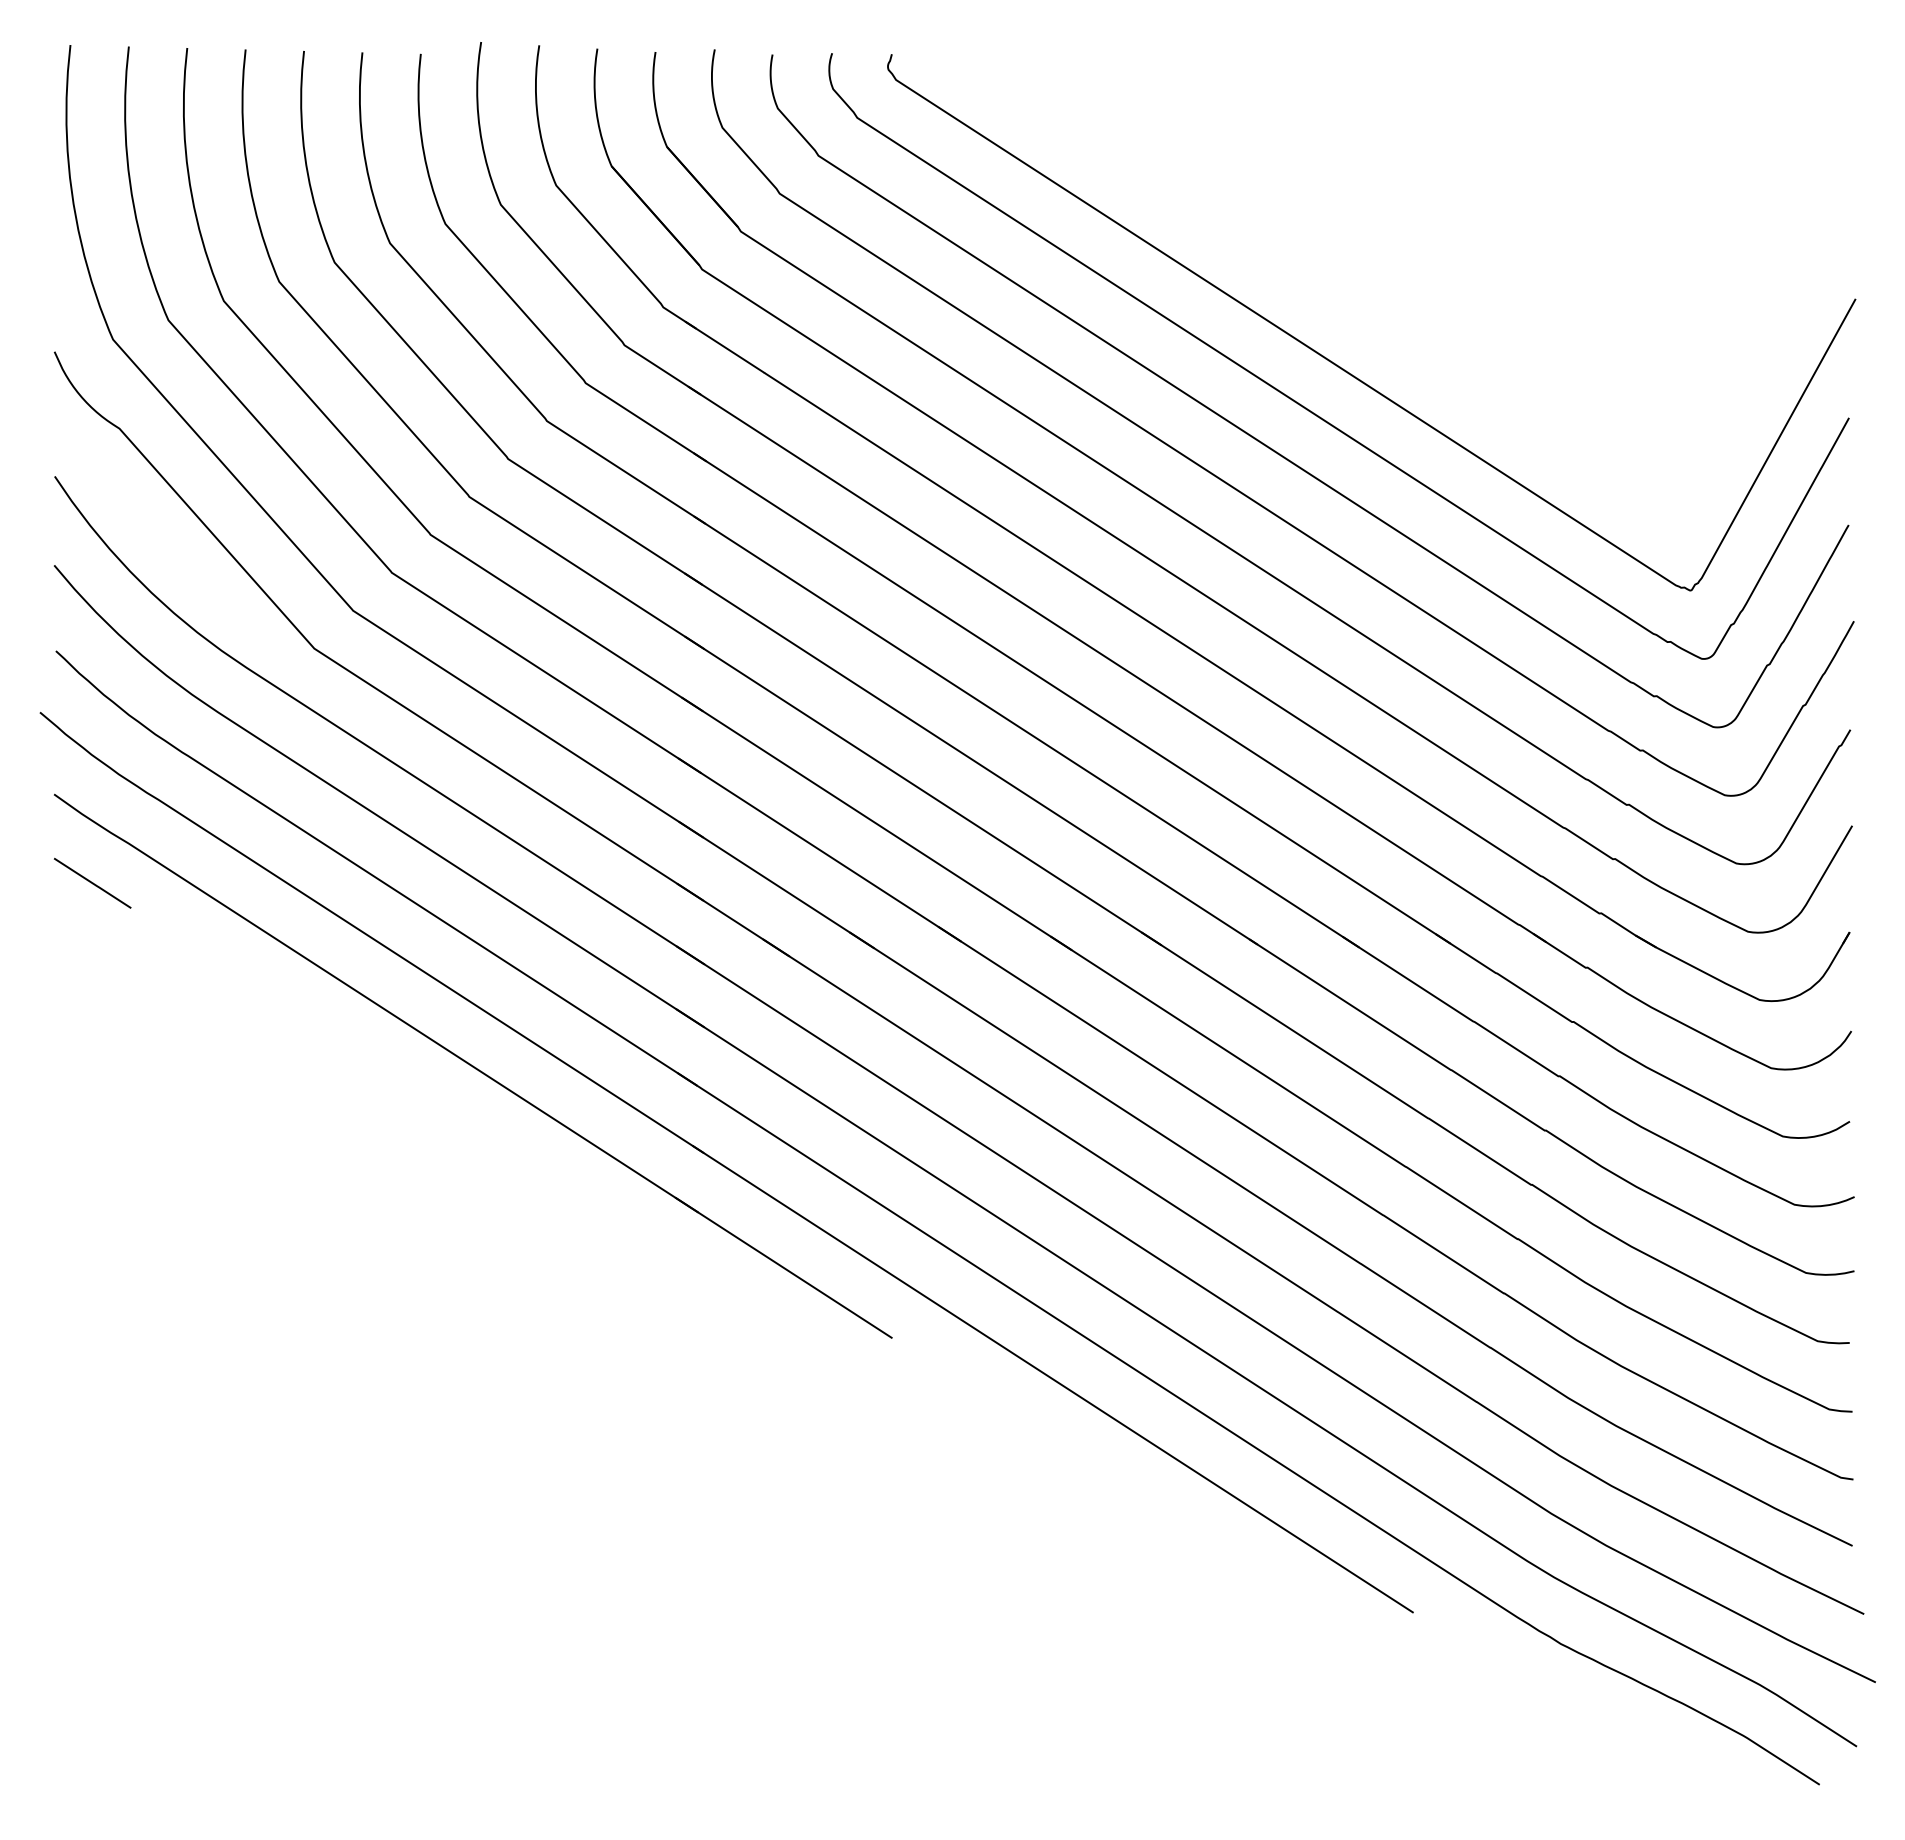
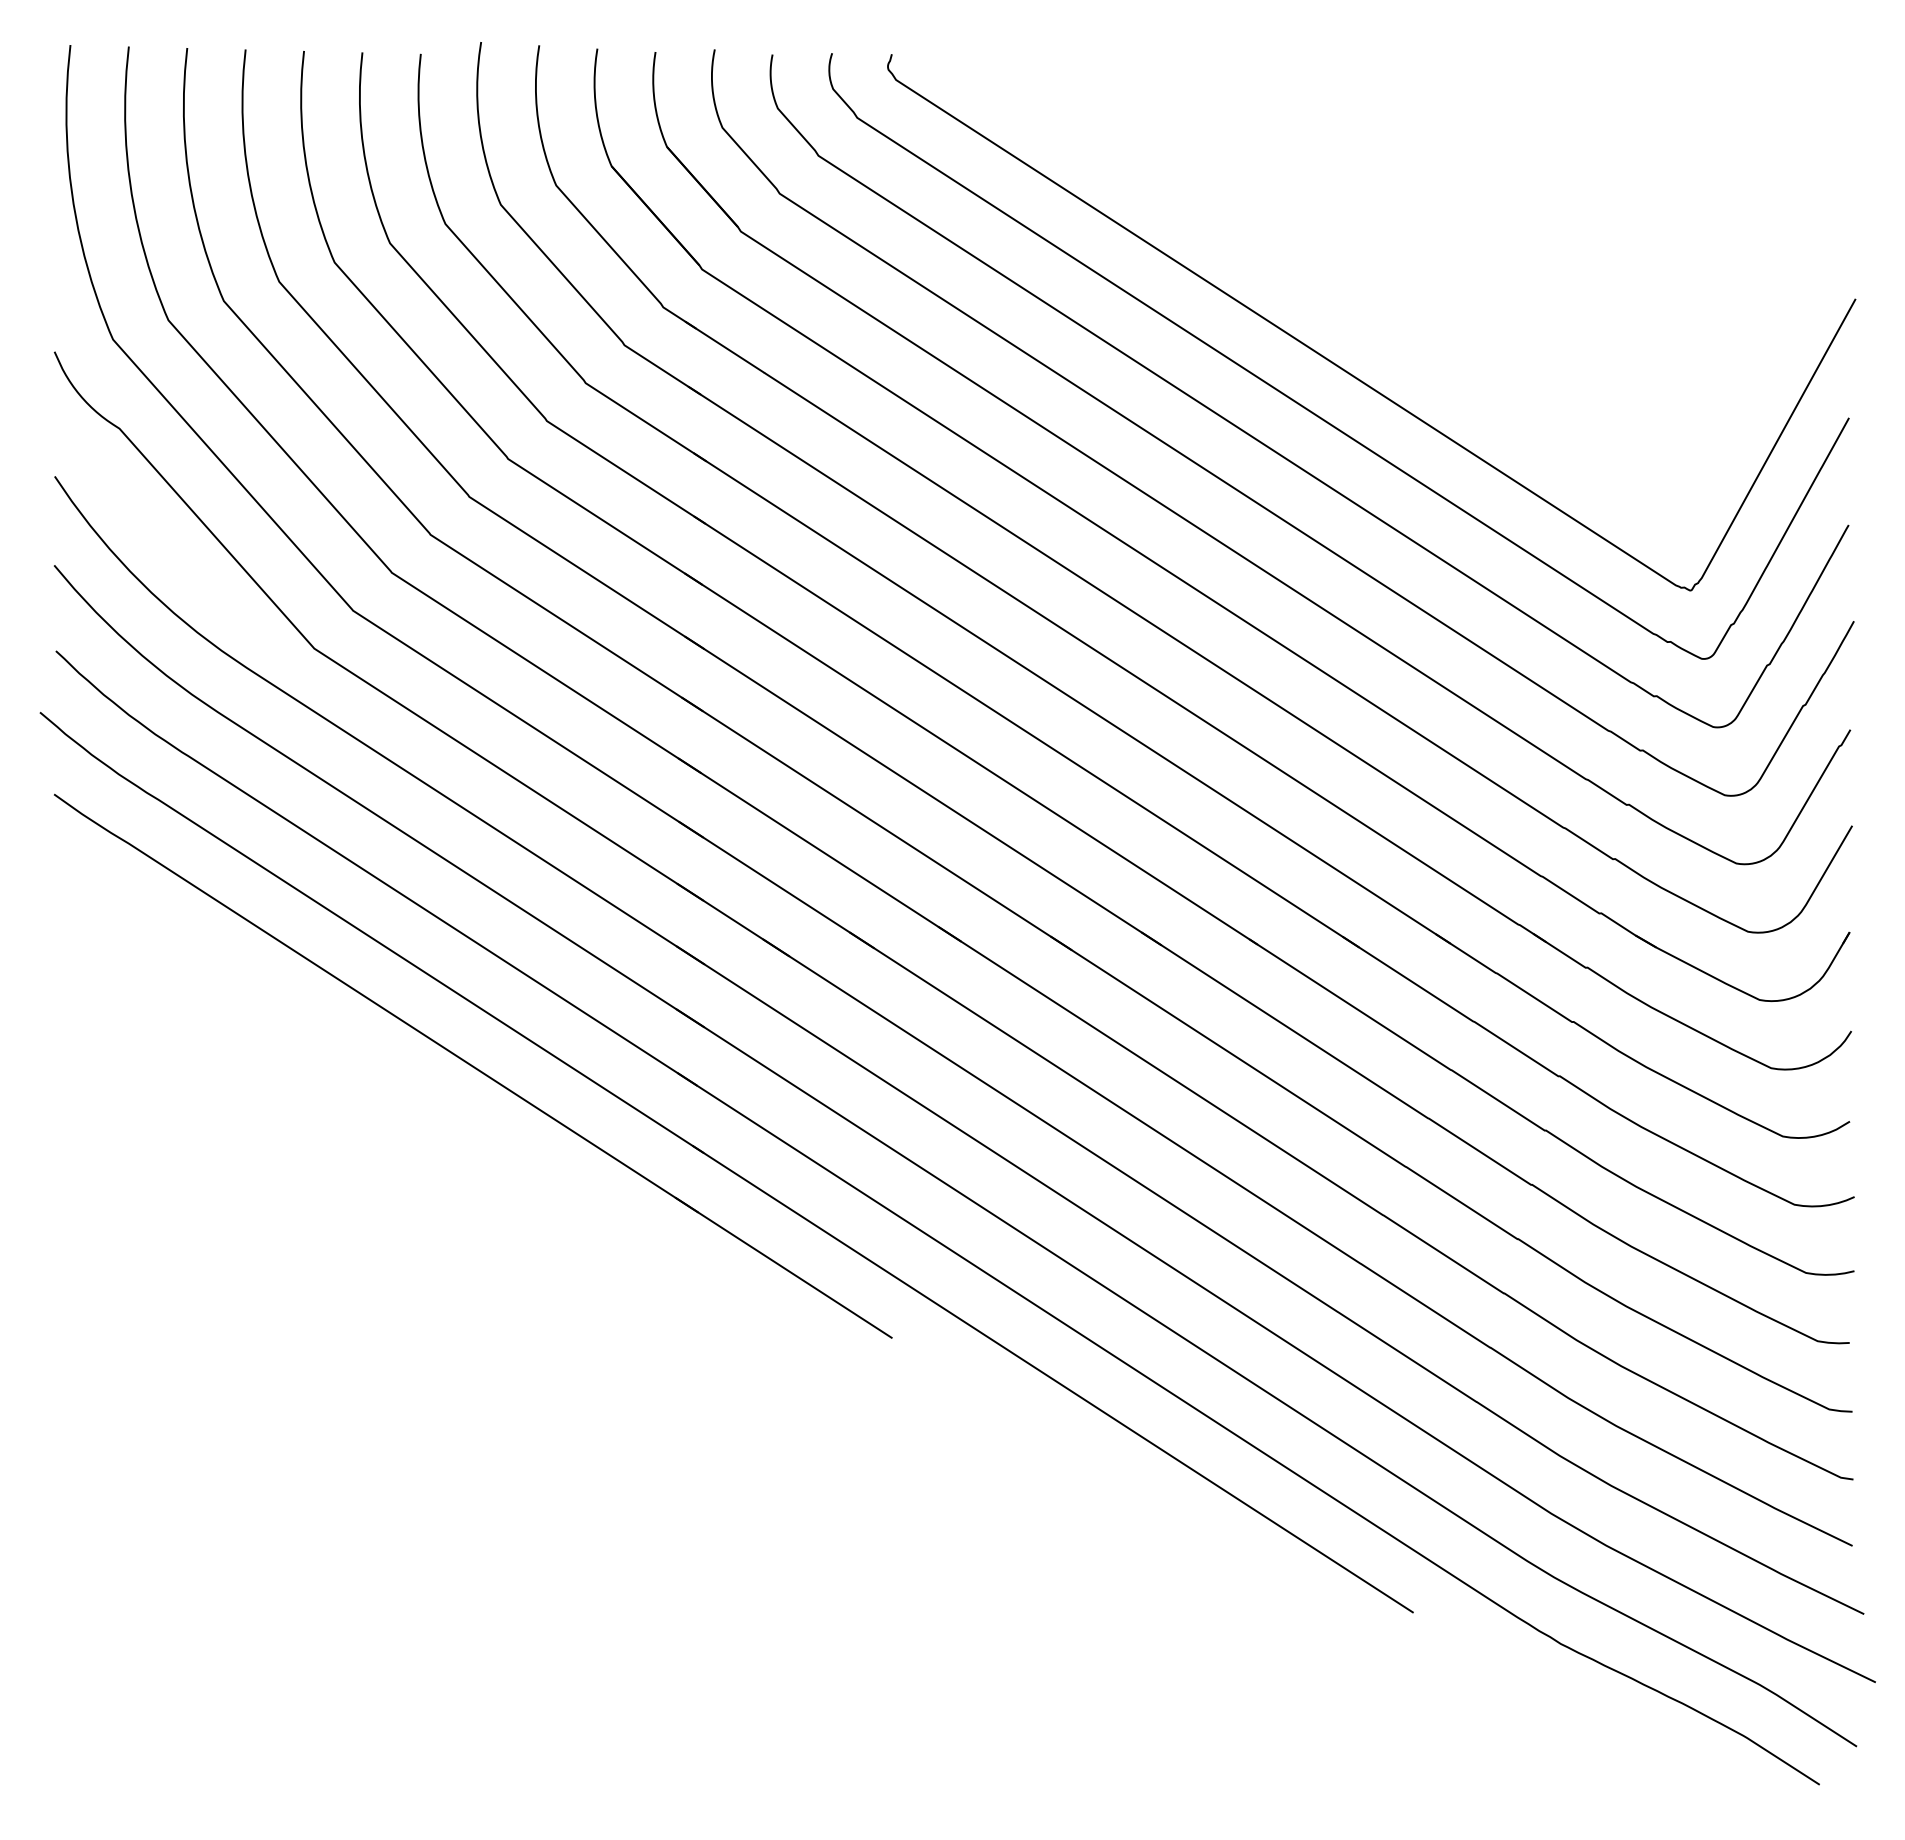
line at (92, 882): present -> none
